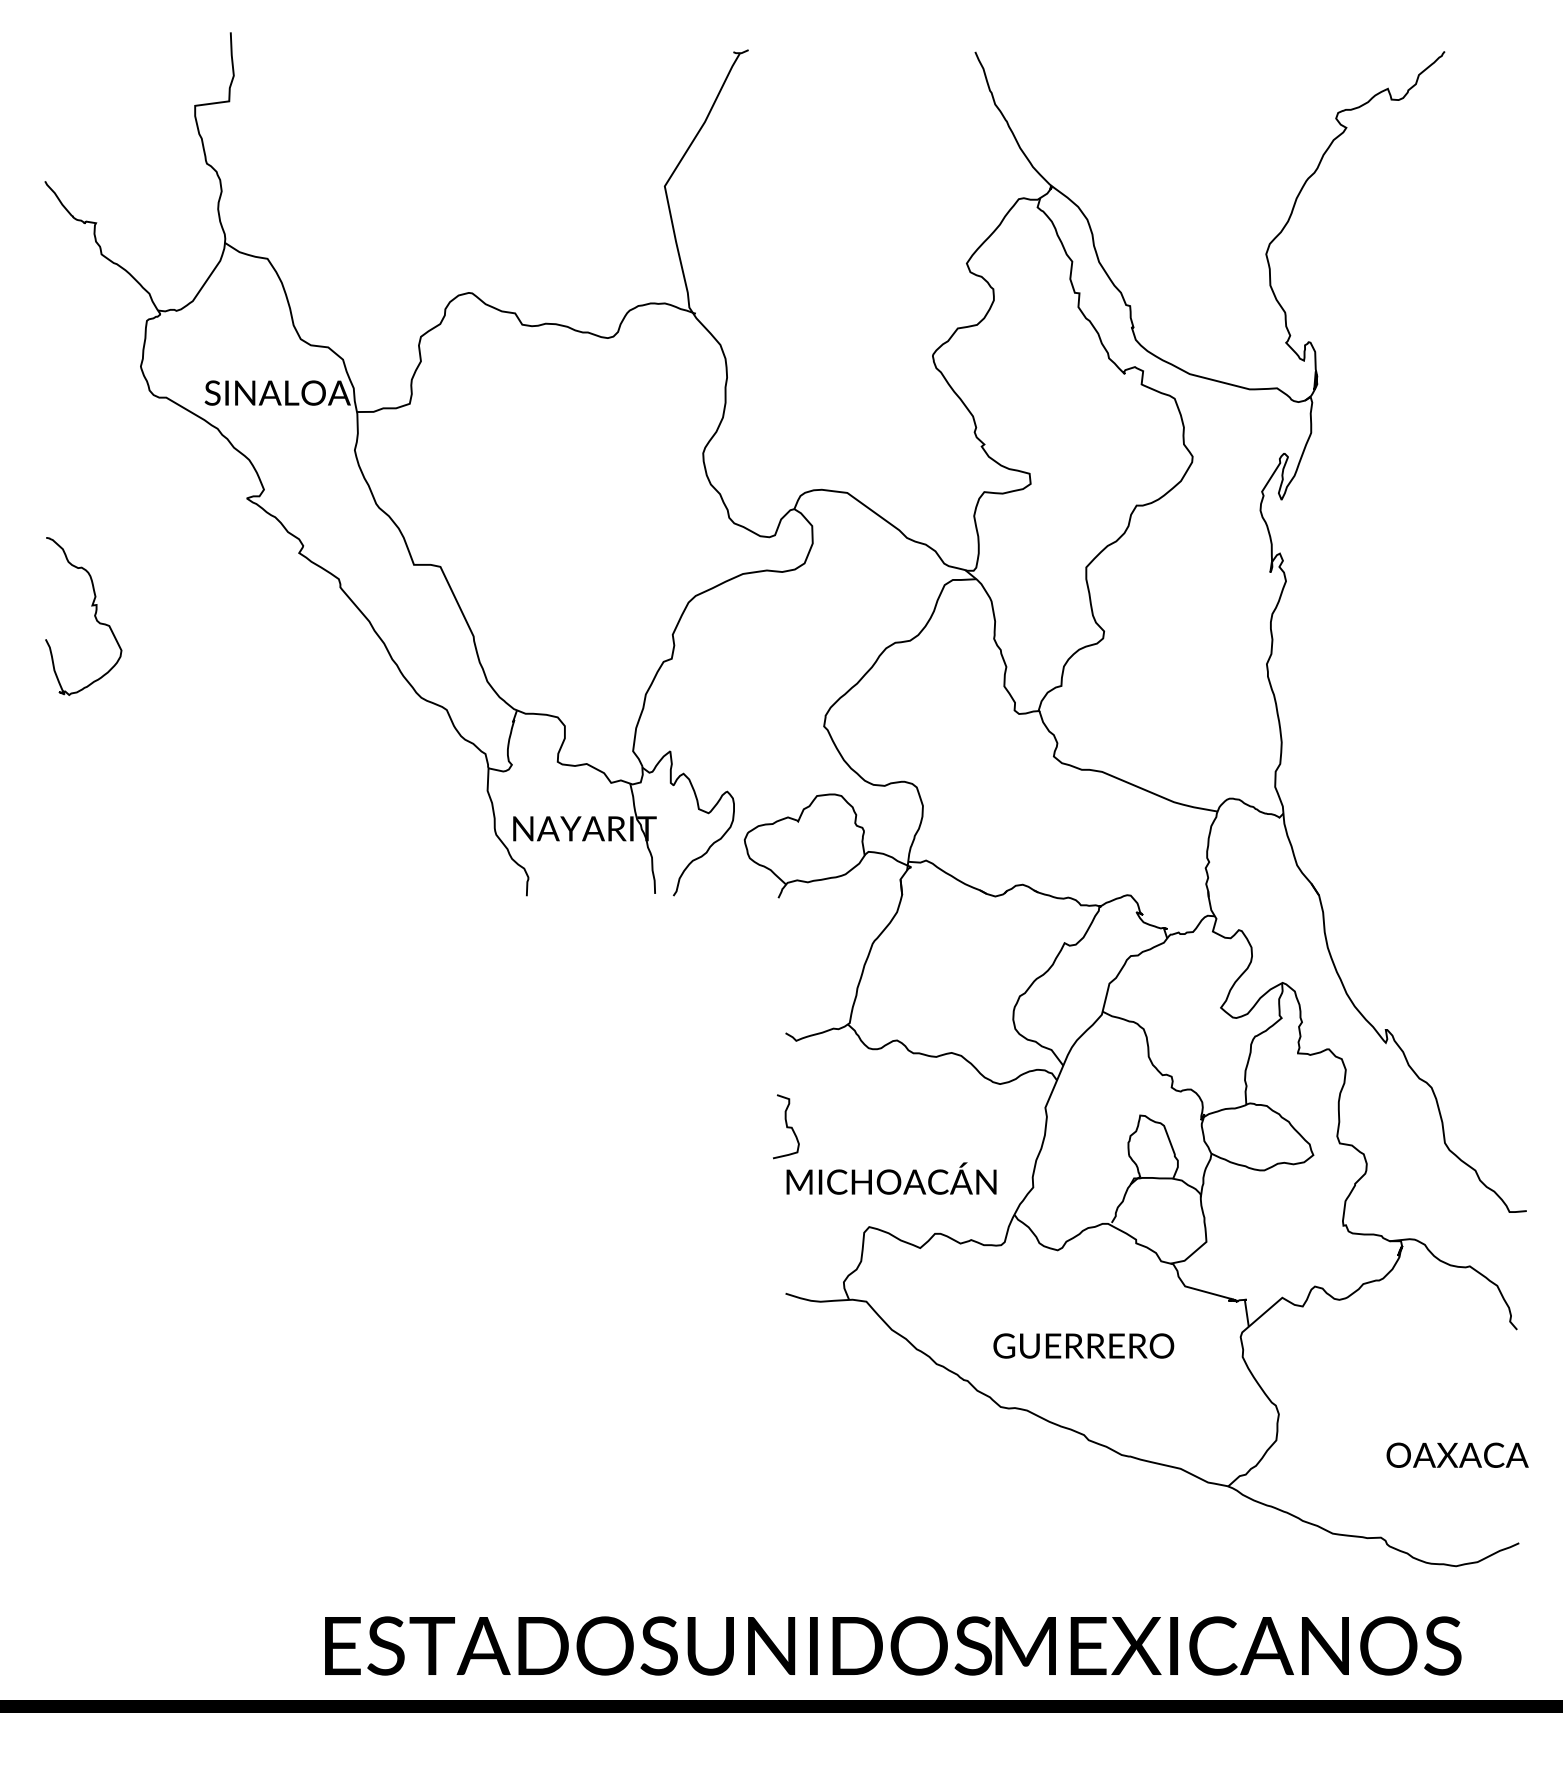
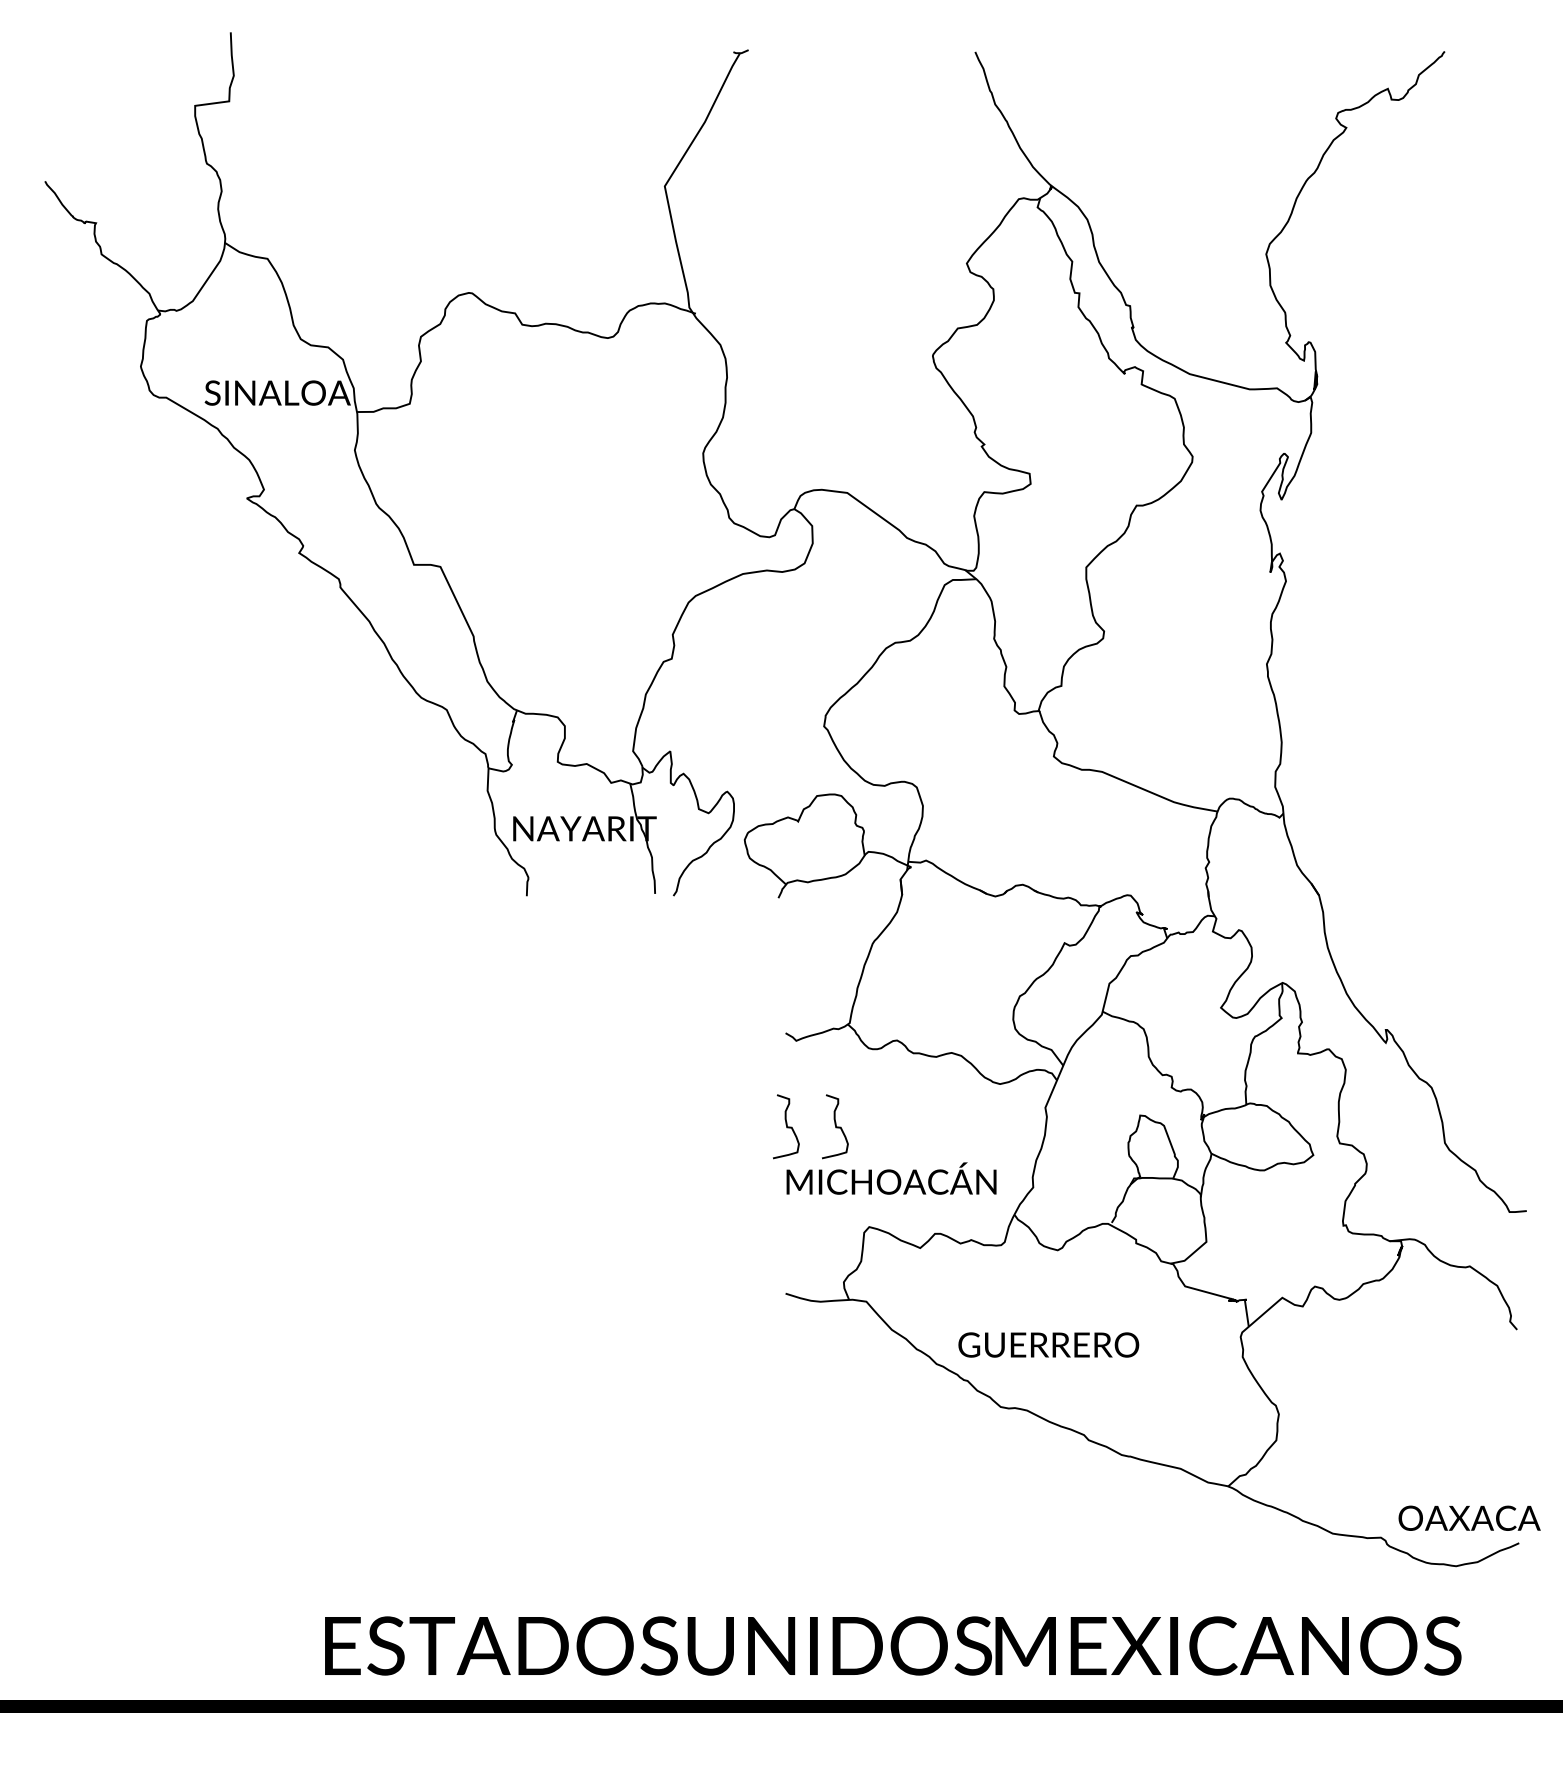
curve at (94, 616): present -> none
curve at (835, 1126): none -> present
text at (1083, 1345) position: (1083, 1345) -> (1048, 1344)
text at (1457, 1454) position: (1457, 1454) -> (1469, 1517)
